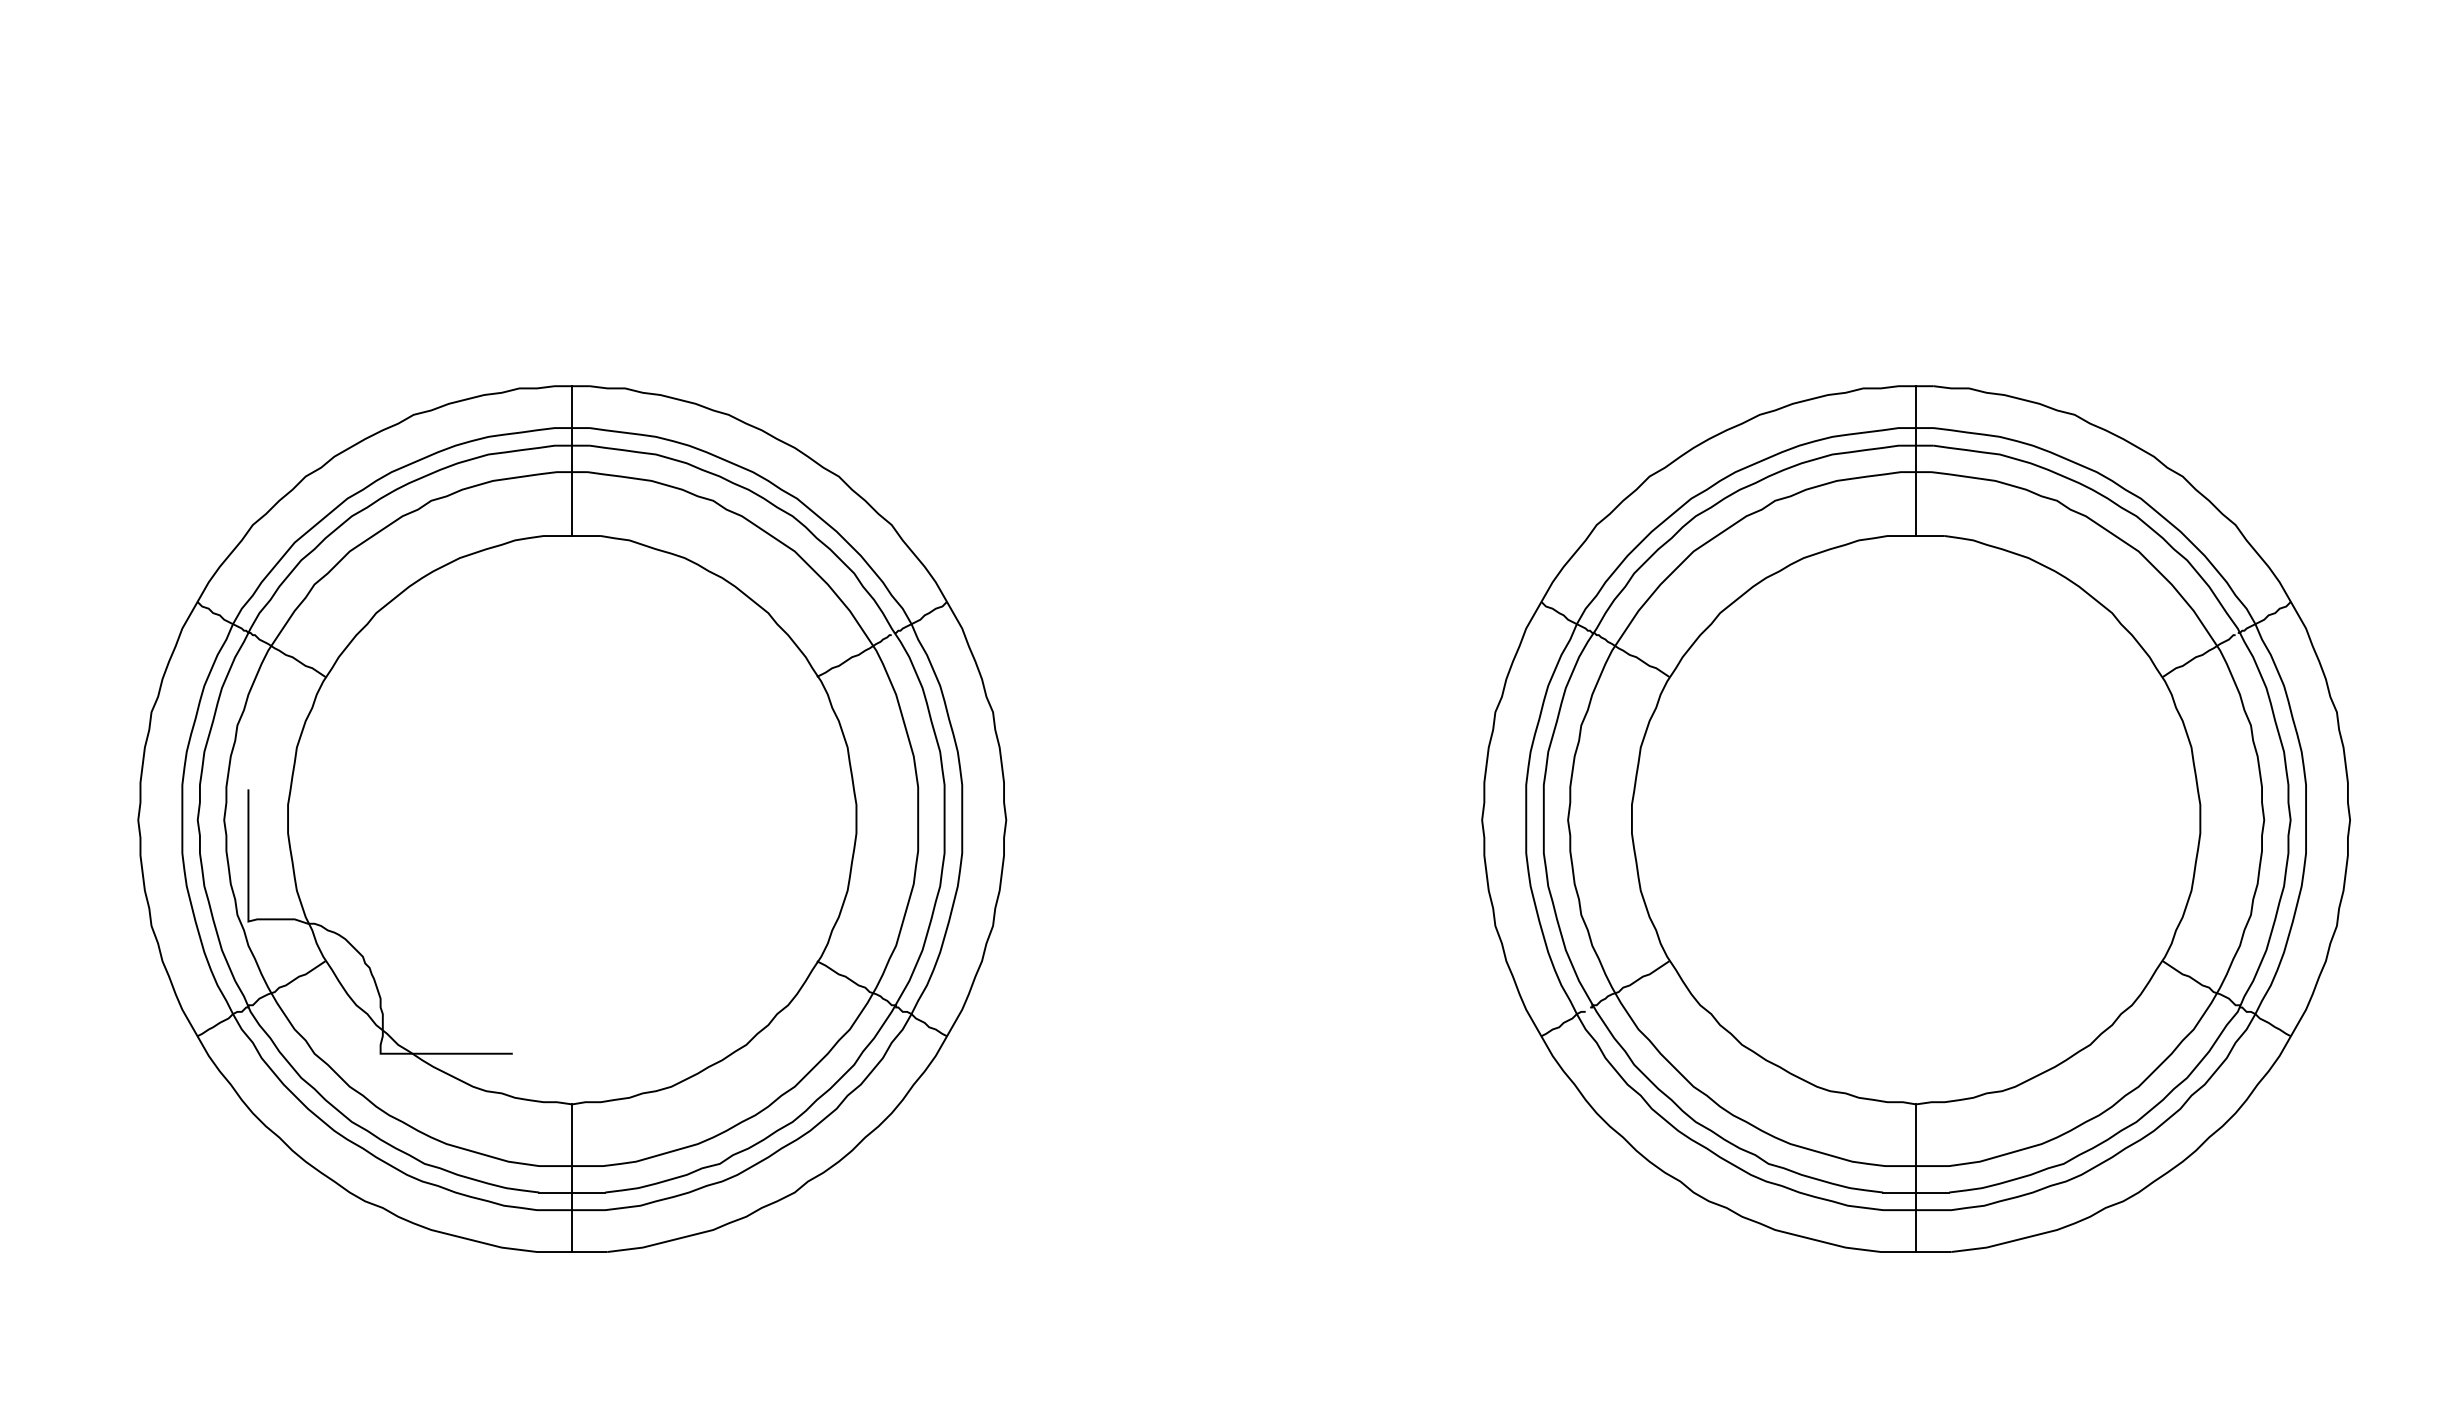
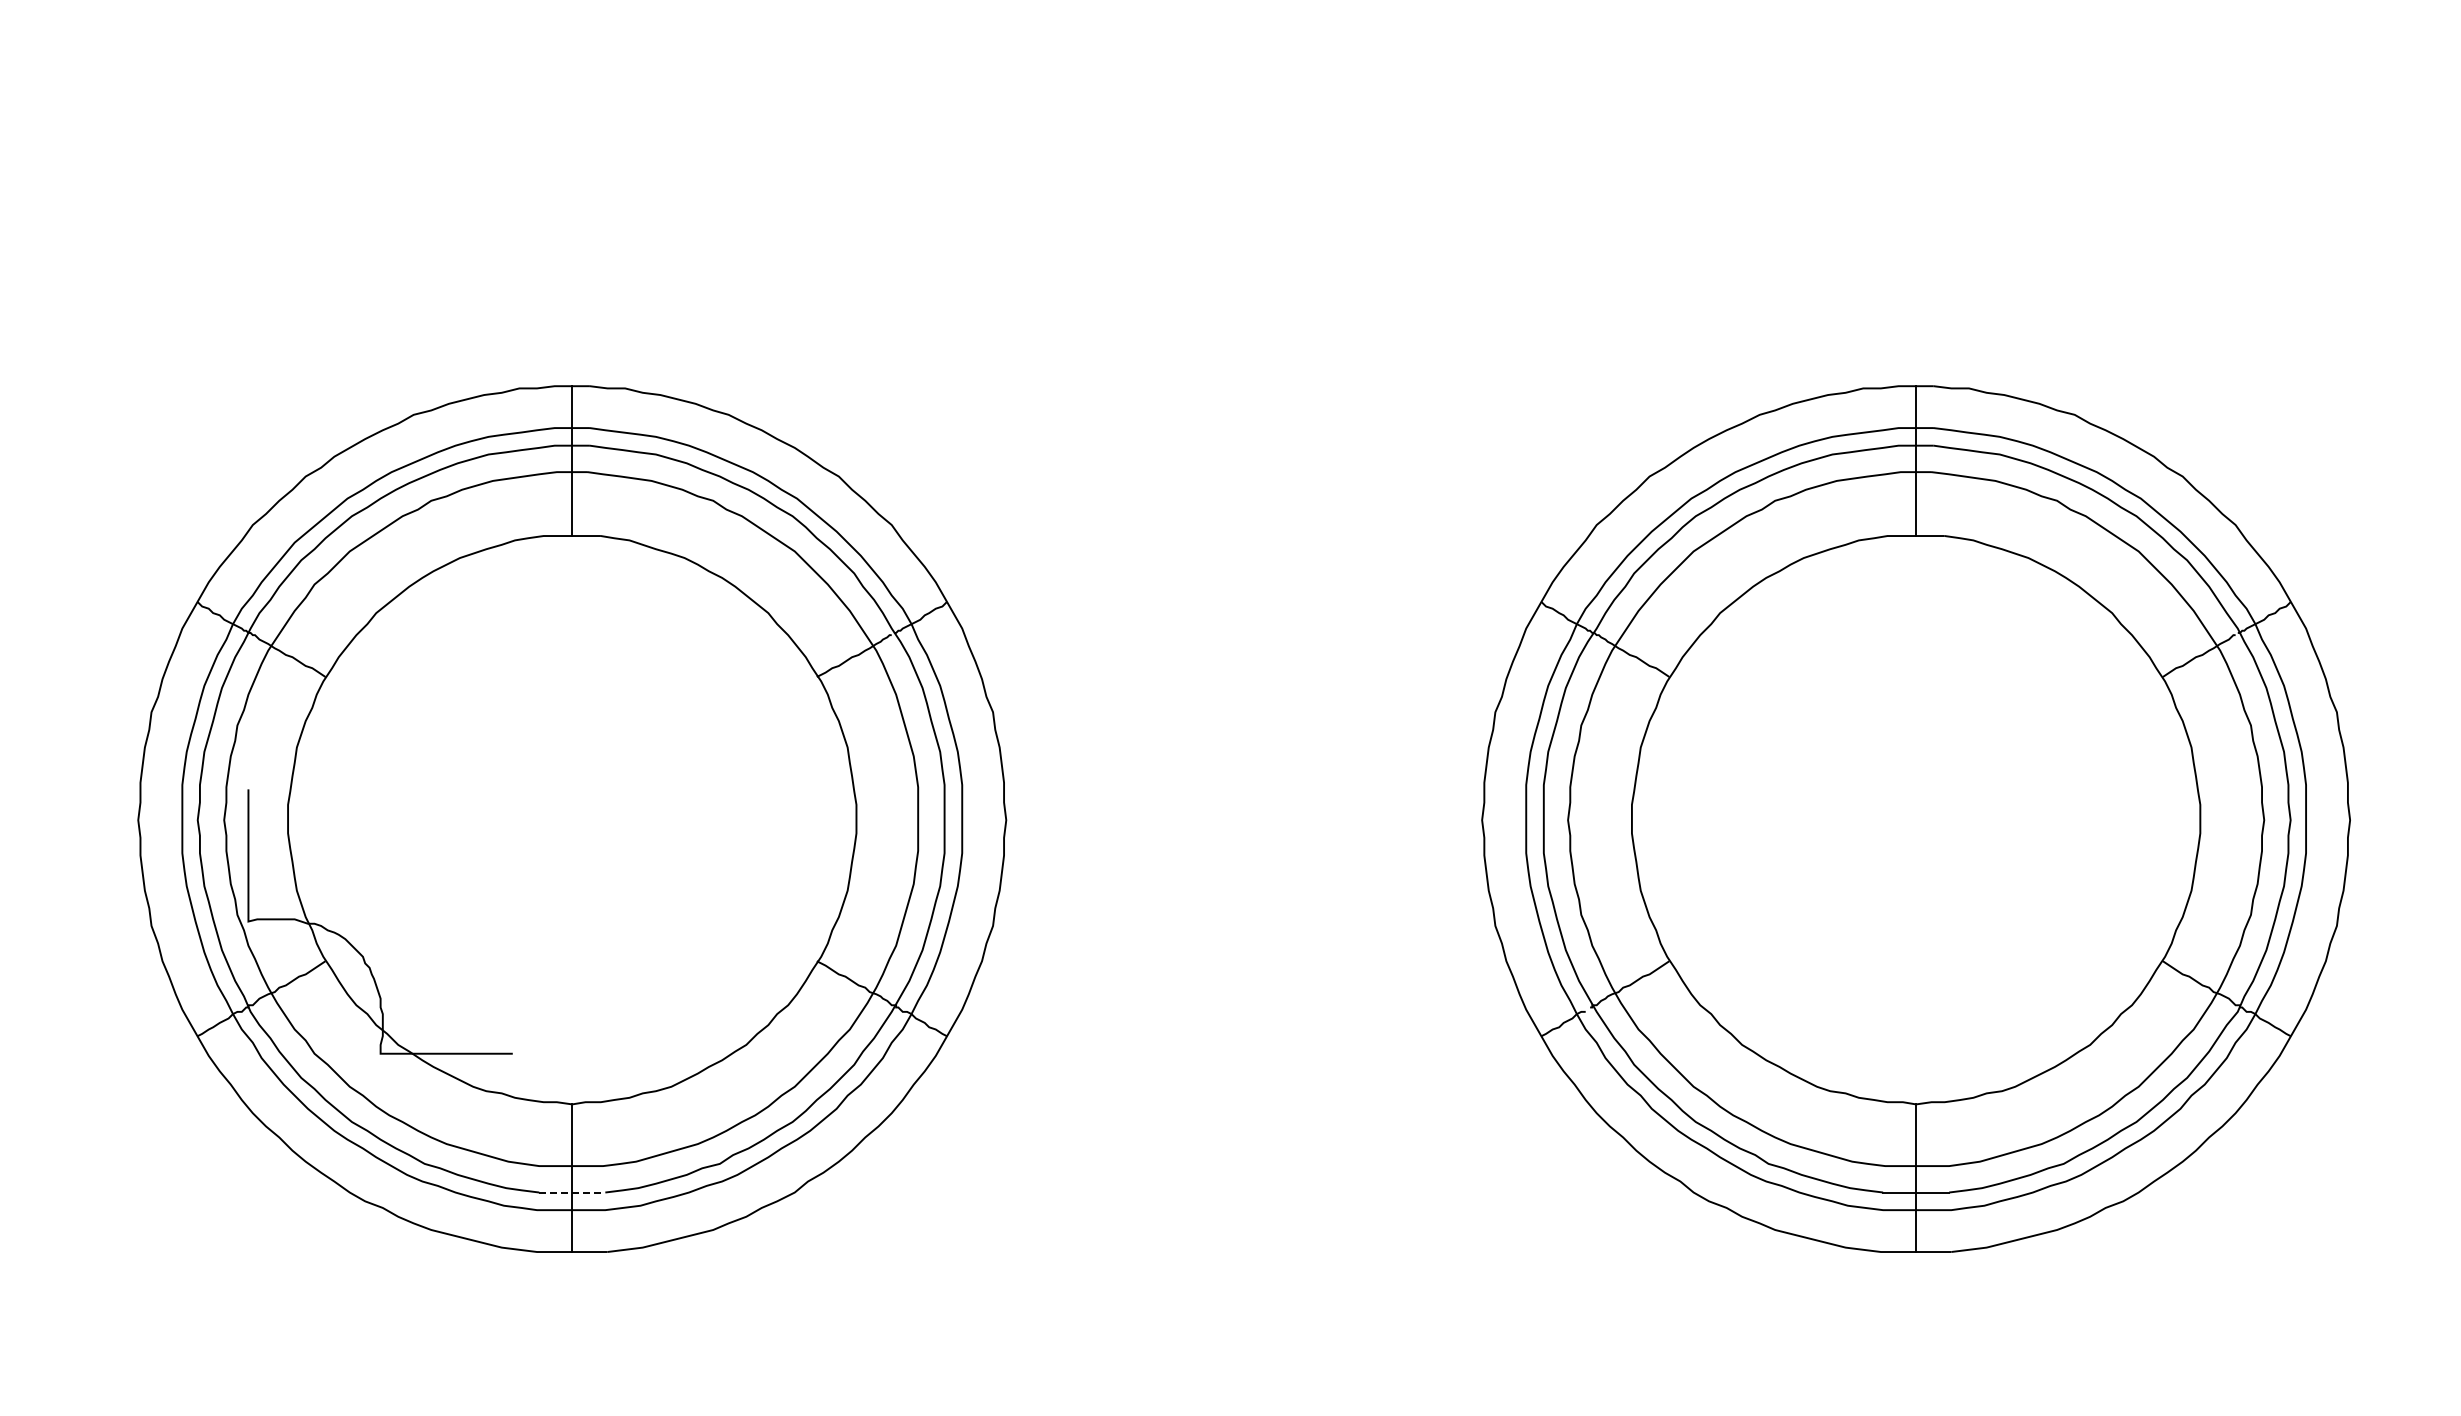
line at (572, 1192): solid -> dashed
